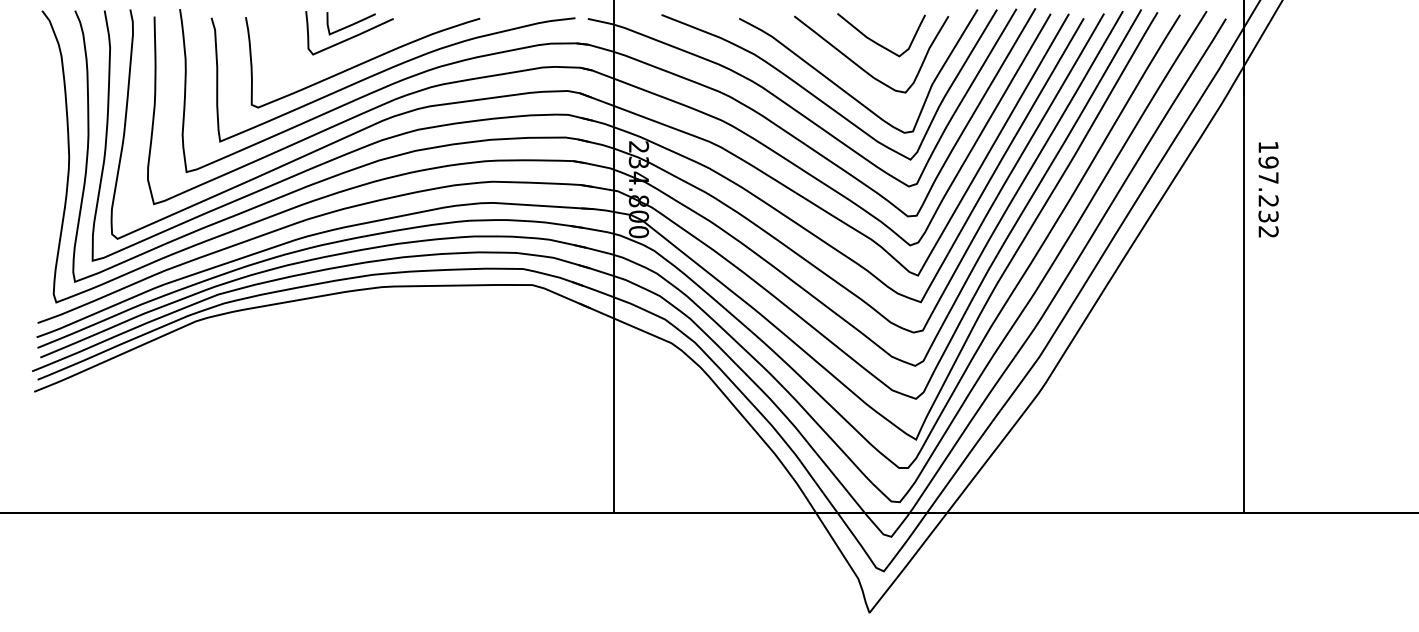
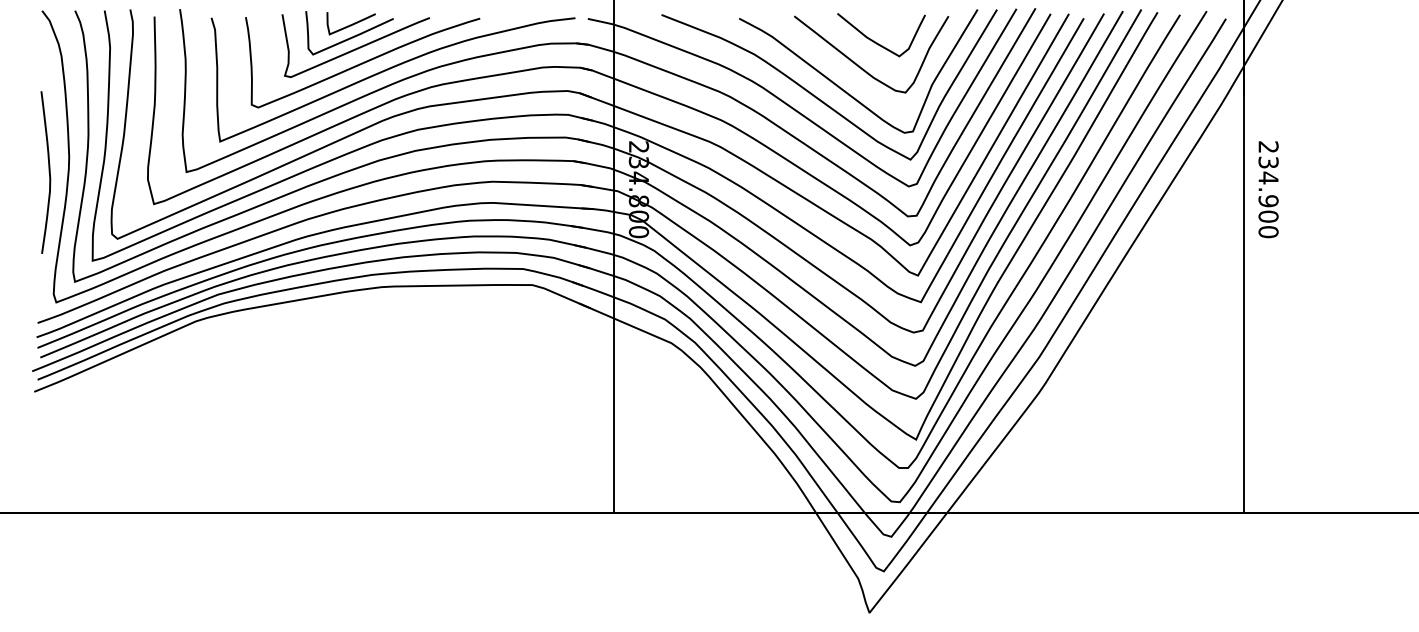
curve at (357, 47): none -> present
curve at (48, 172): none -> present
text at (1268, 189): 197.232 -> 234.900
